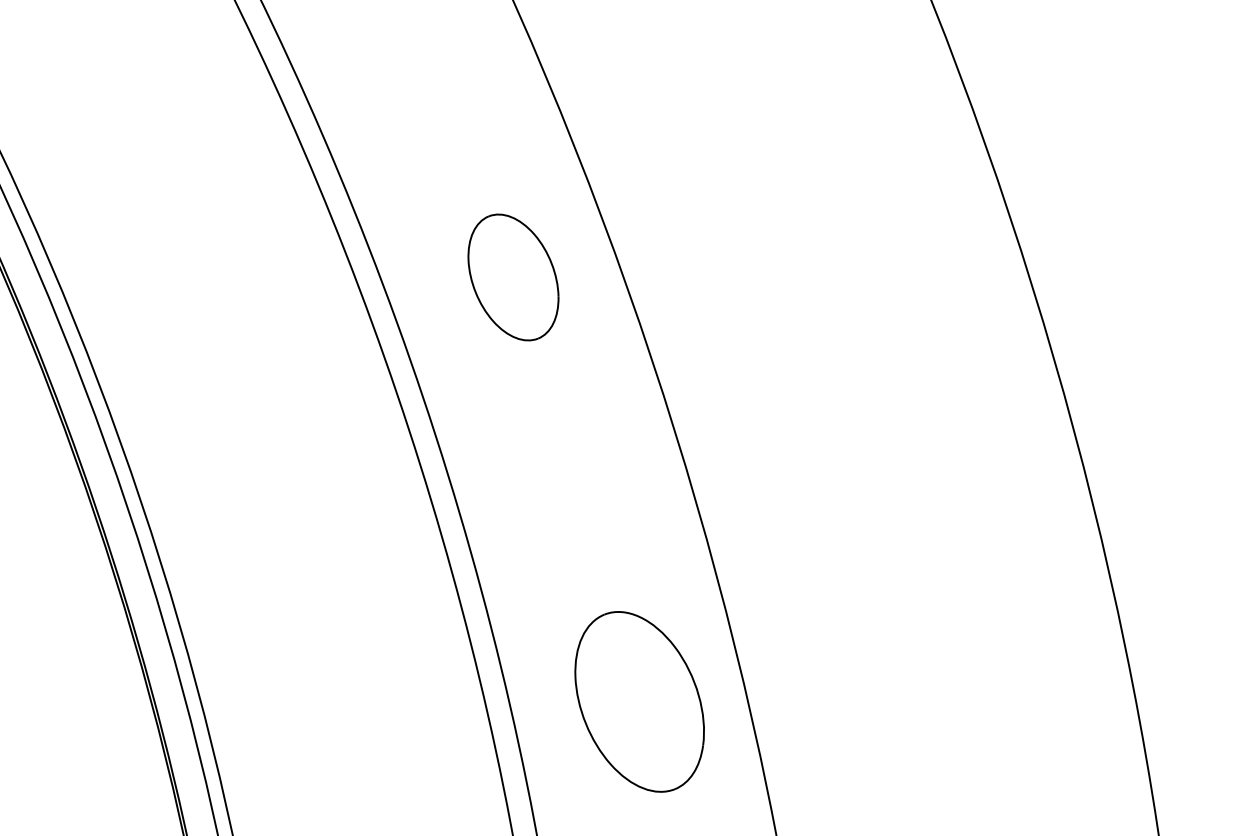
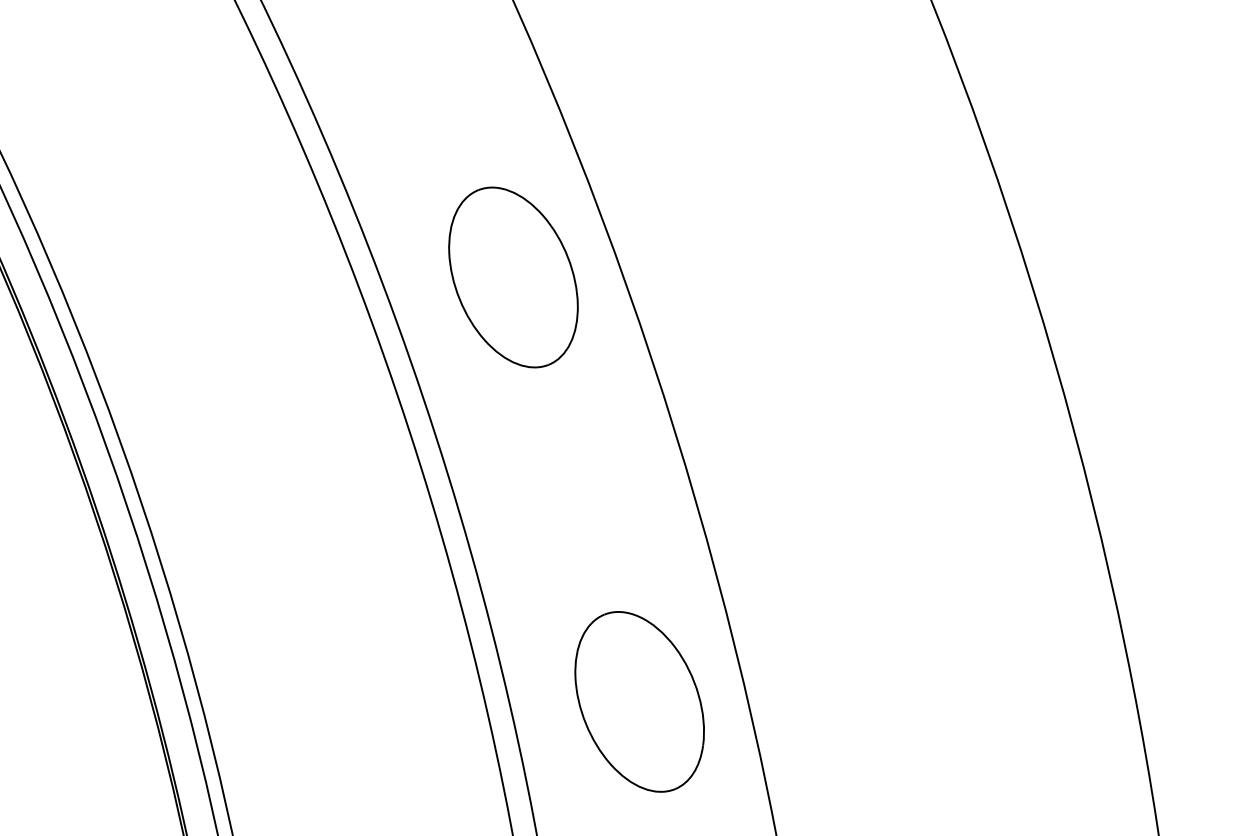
part at (513, 277) size: 93x129 px -> 131x183 px
